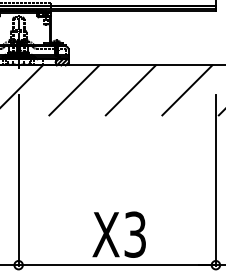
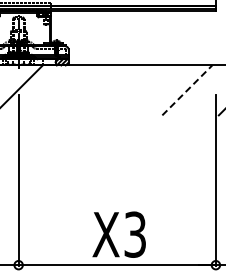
line at (74, 90): present -> none
line at (130, 90): present -> none
line at (187, 90): solid -> dashed
